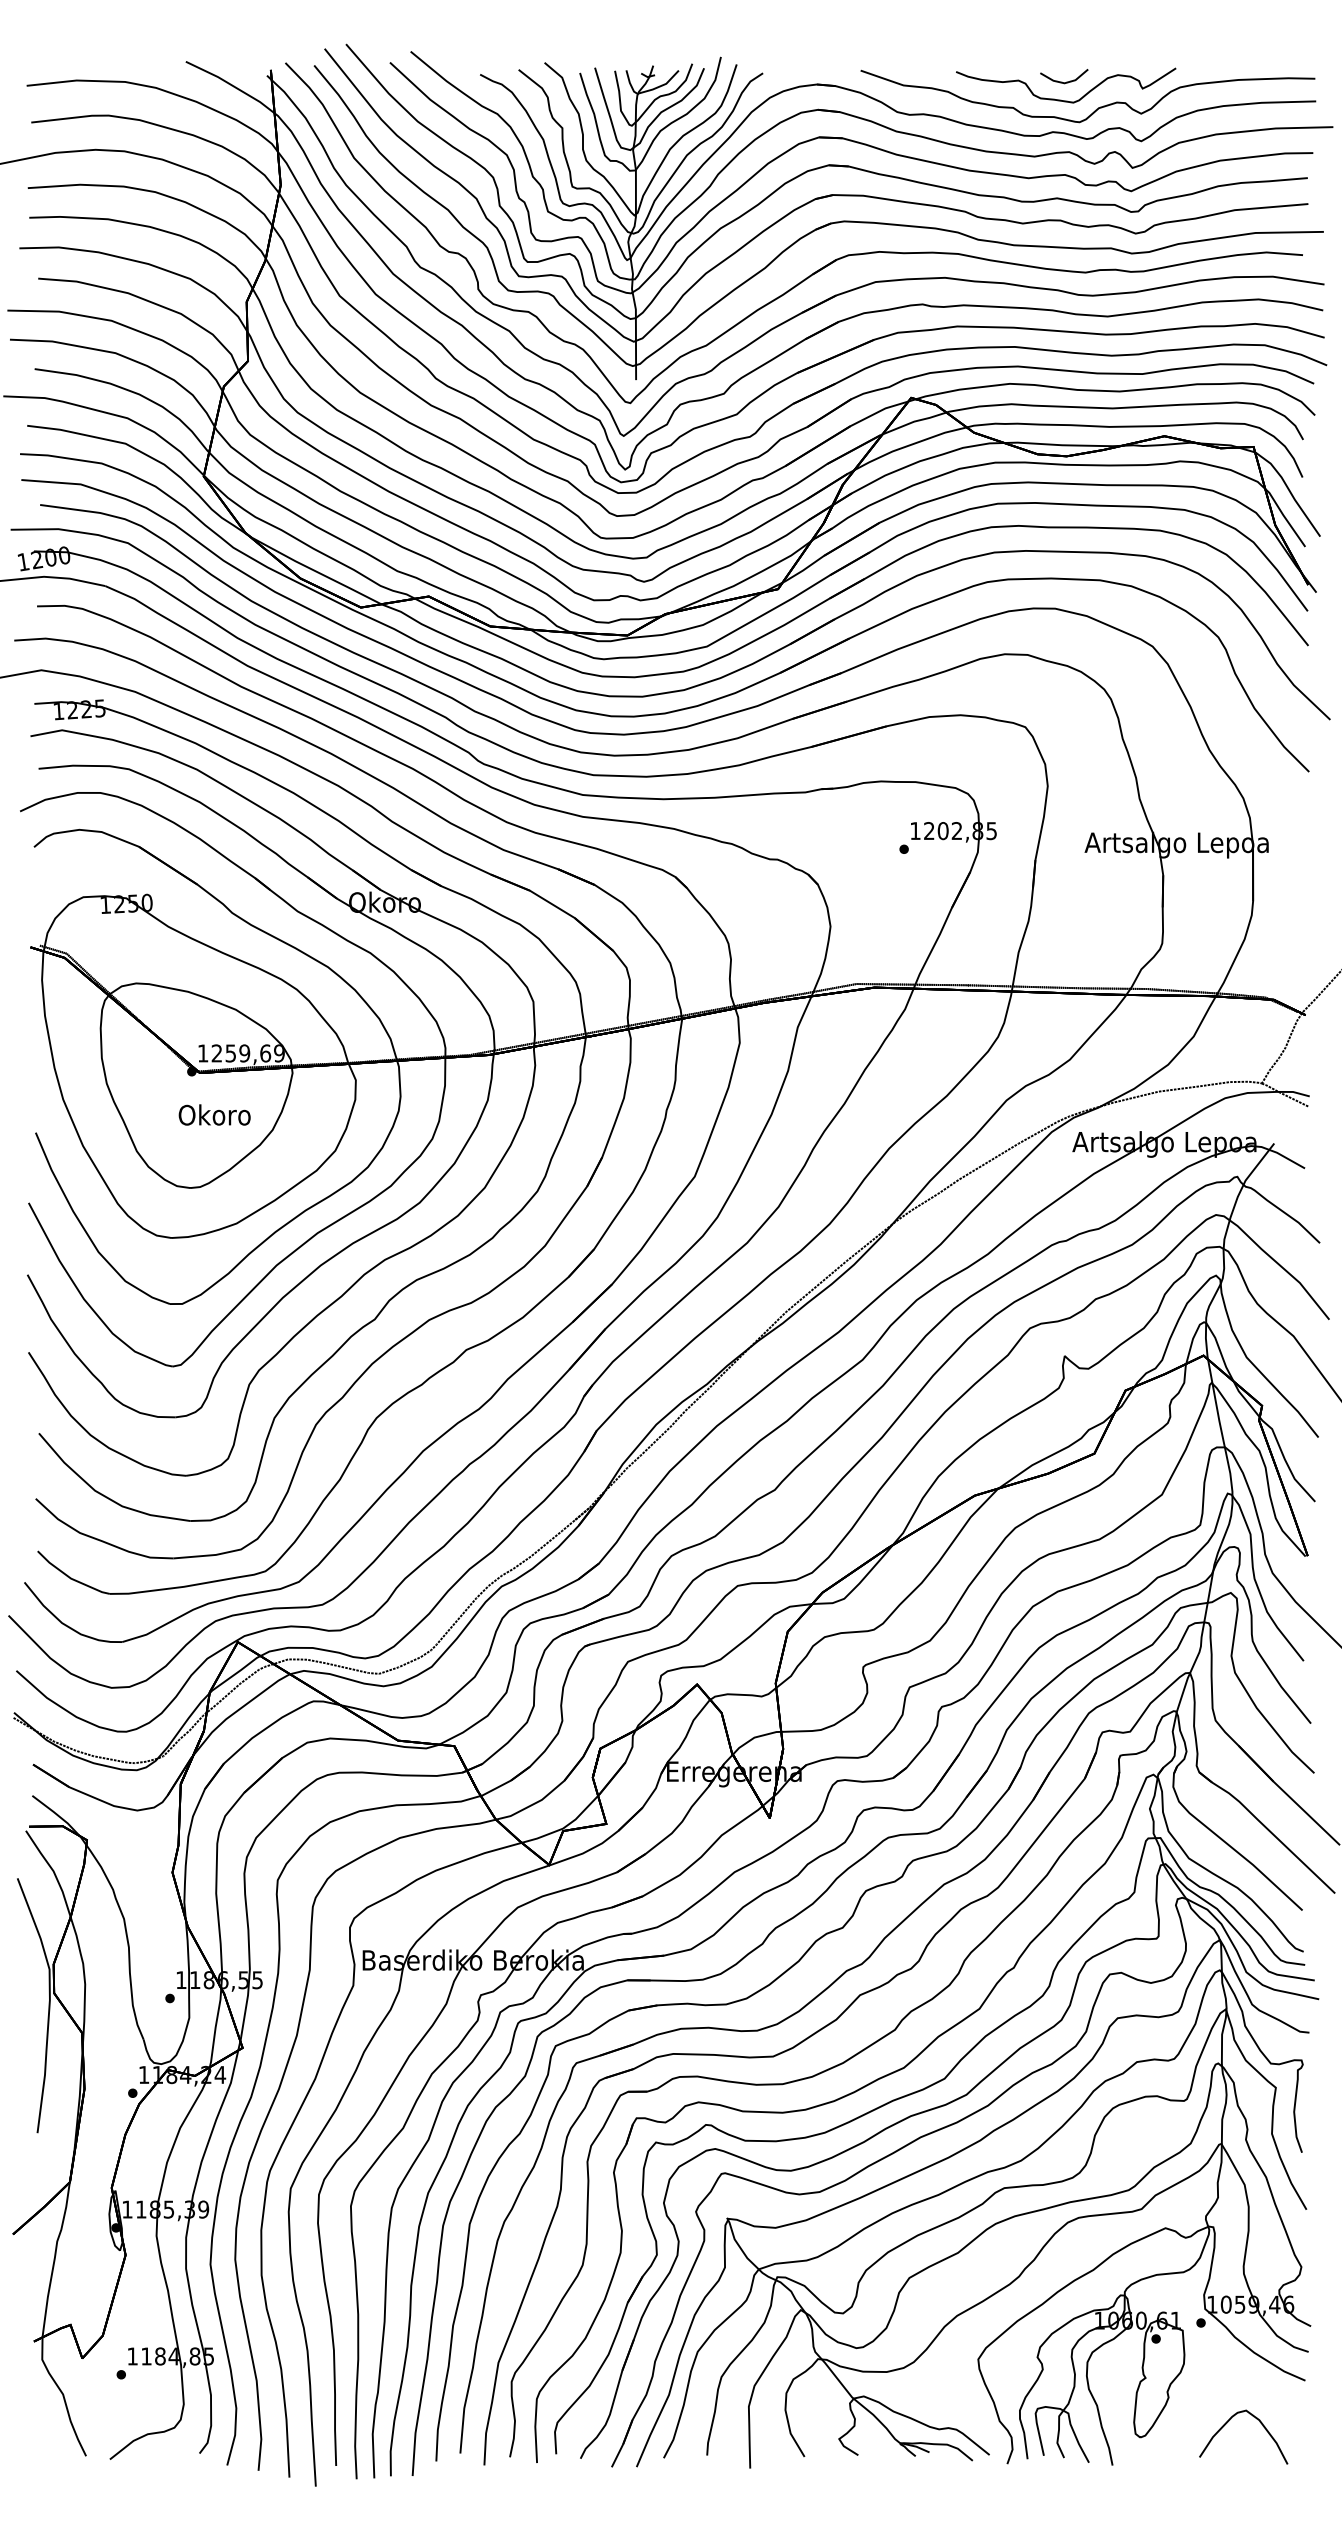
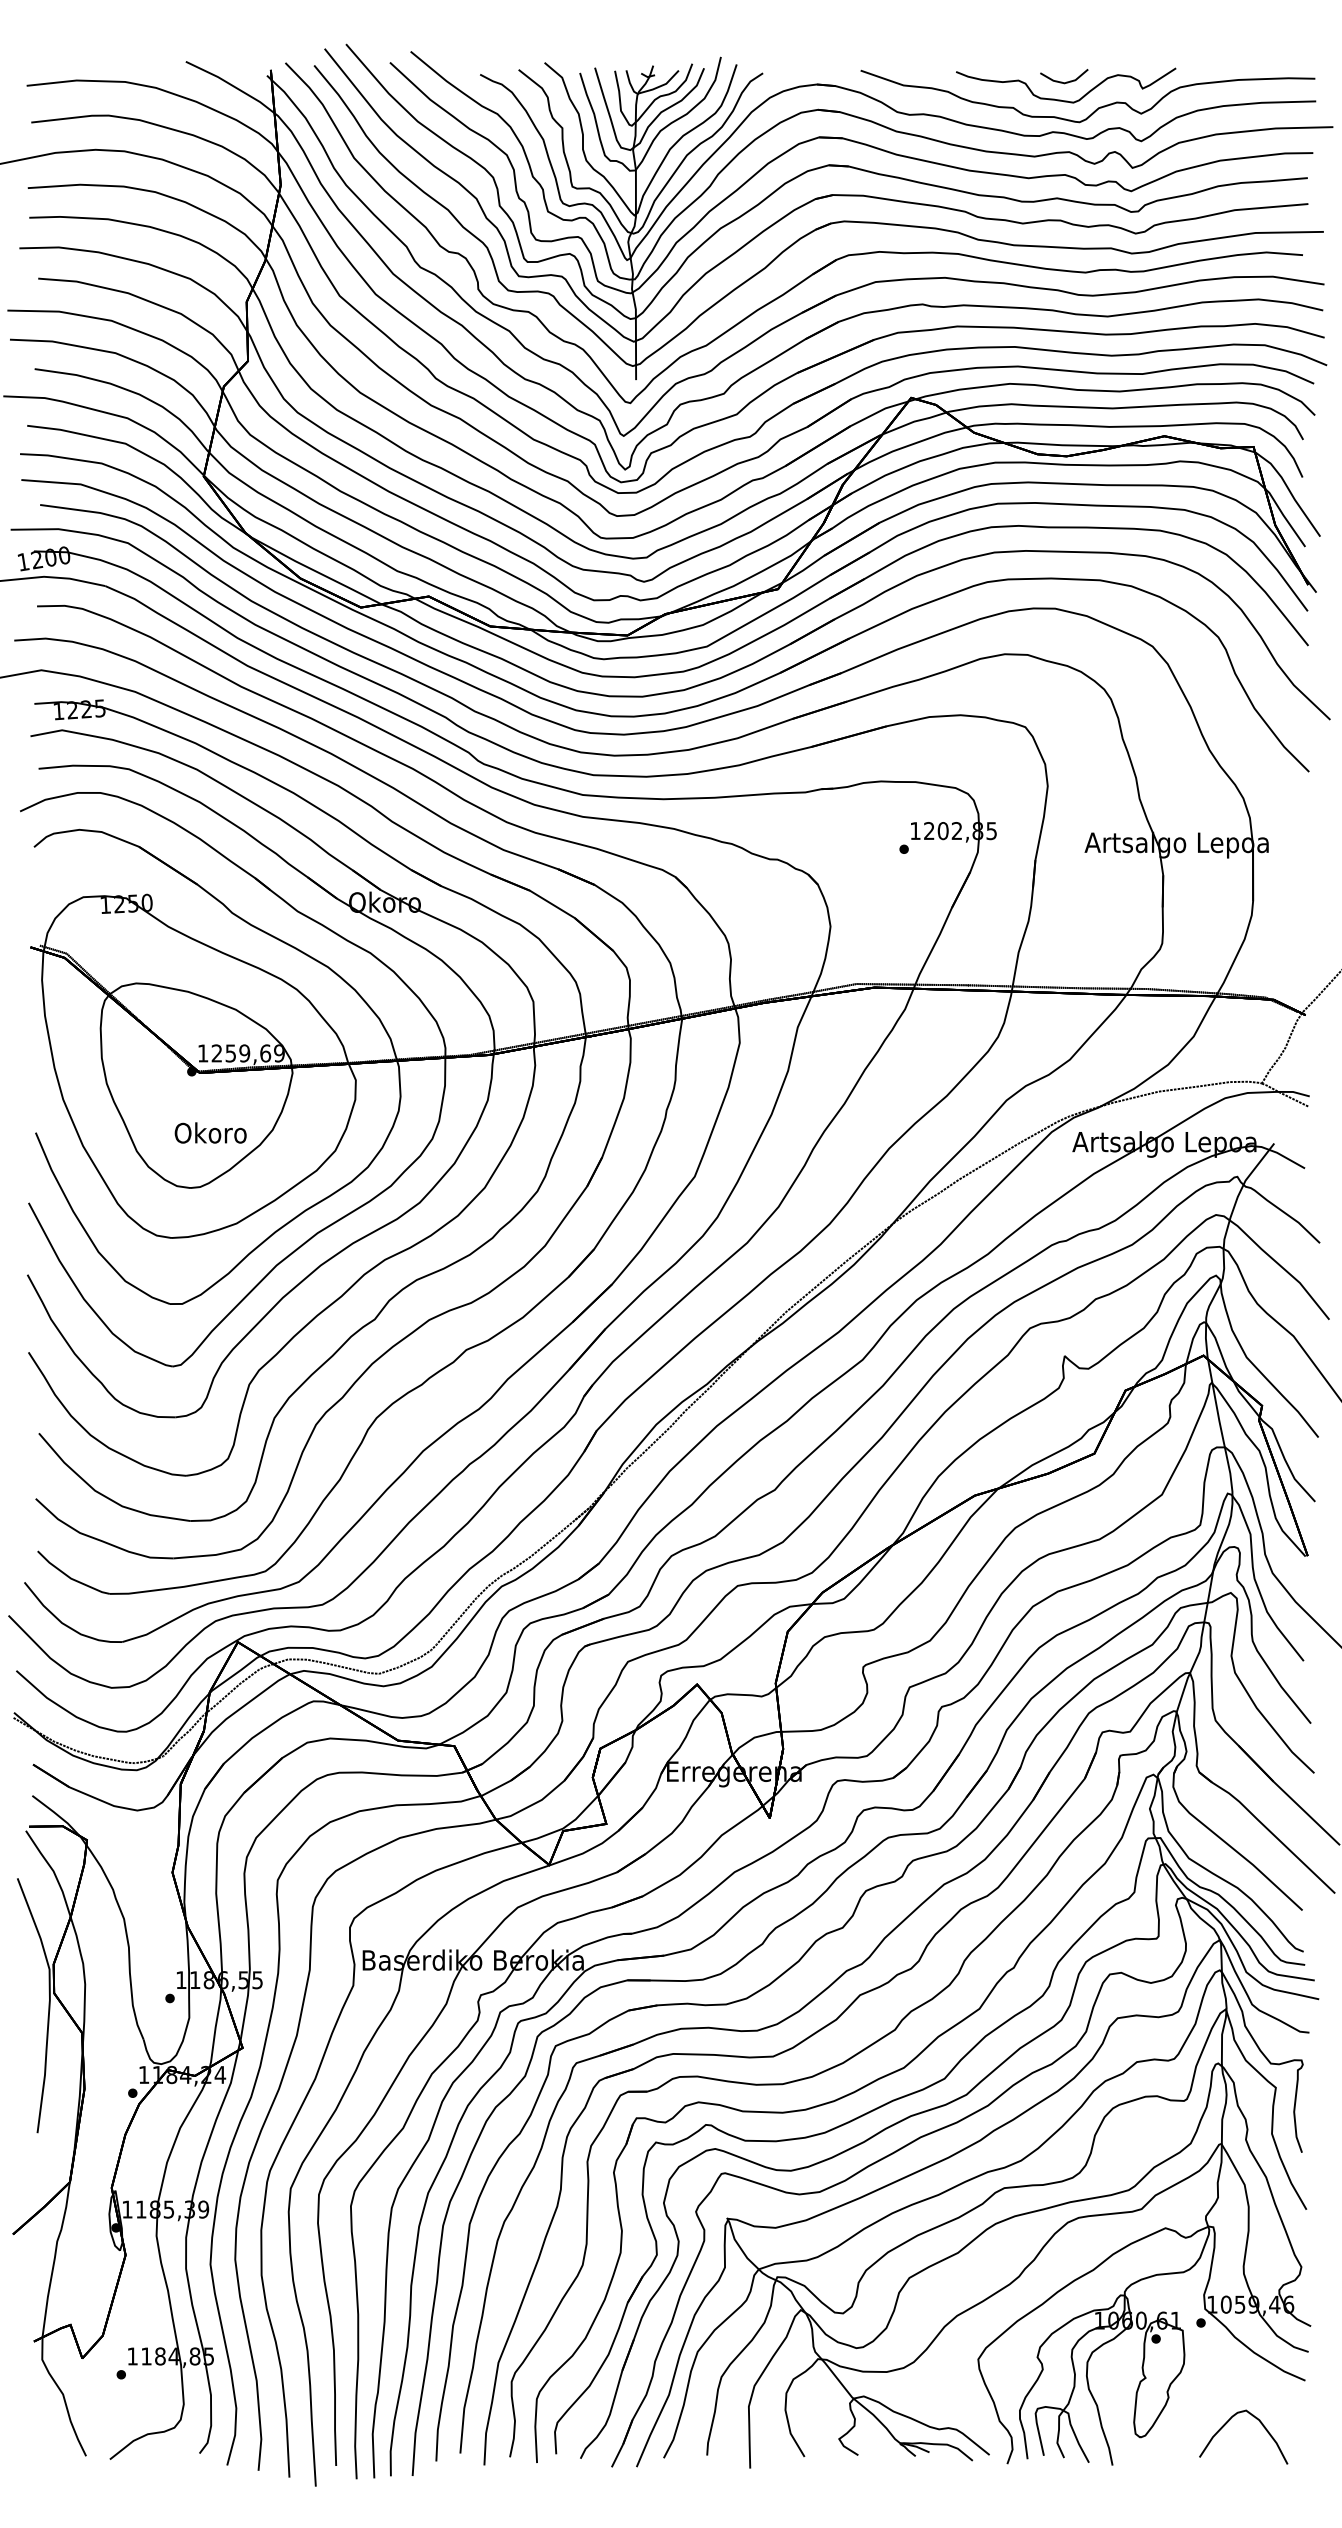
text at (214, 1114) position: (214, 1114) -> (210, 1132)
